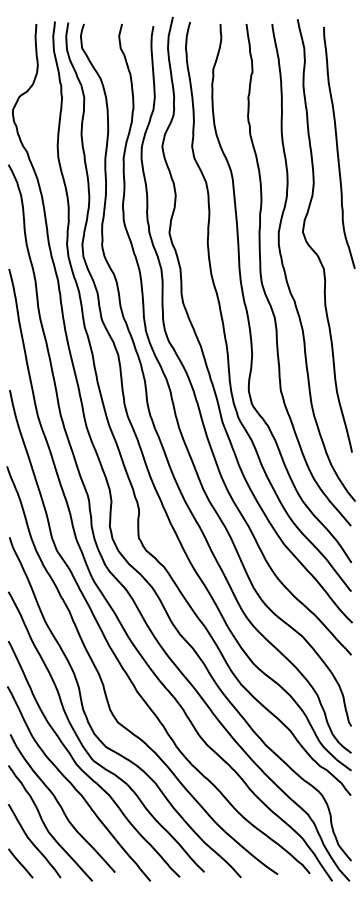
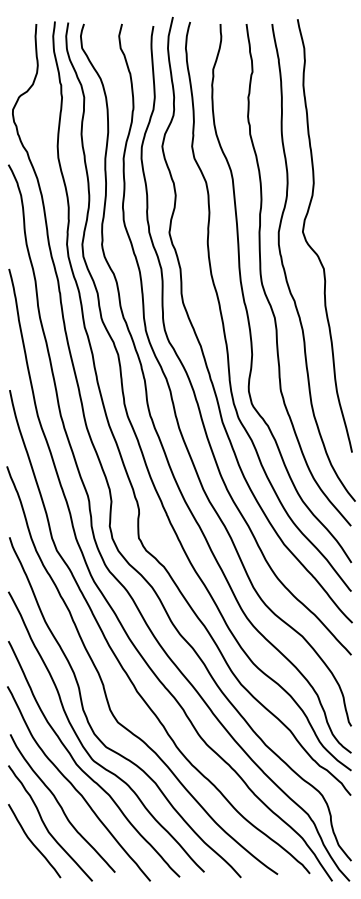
curve at (338, 147): present -> none
line at (20, 863): present -> none
